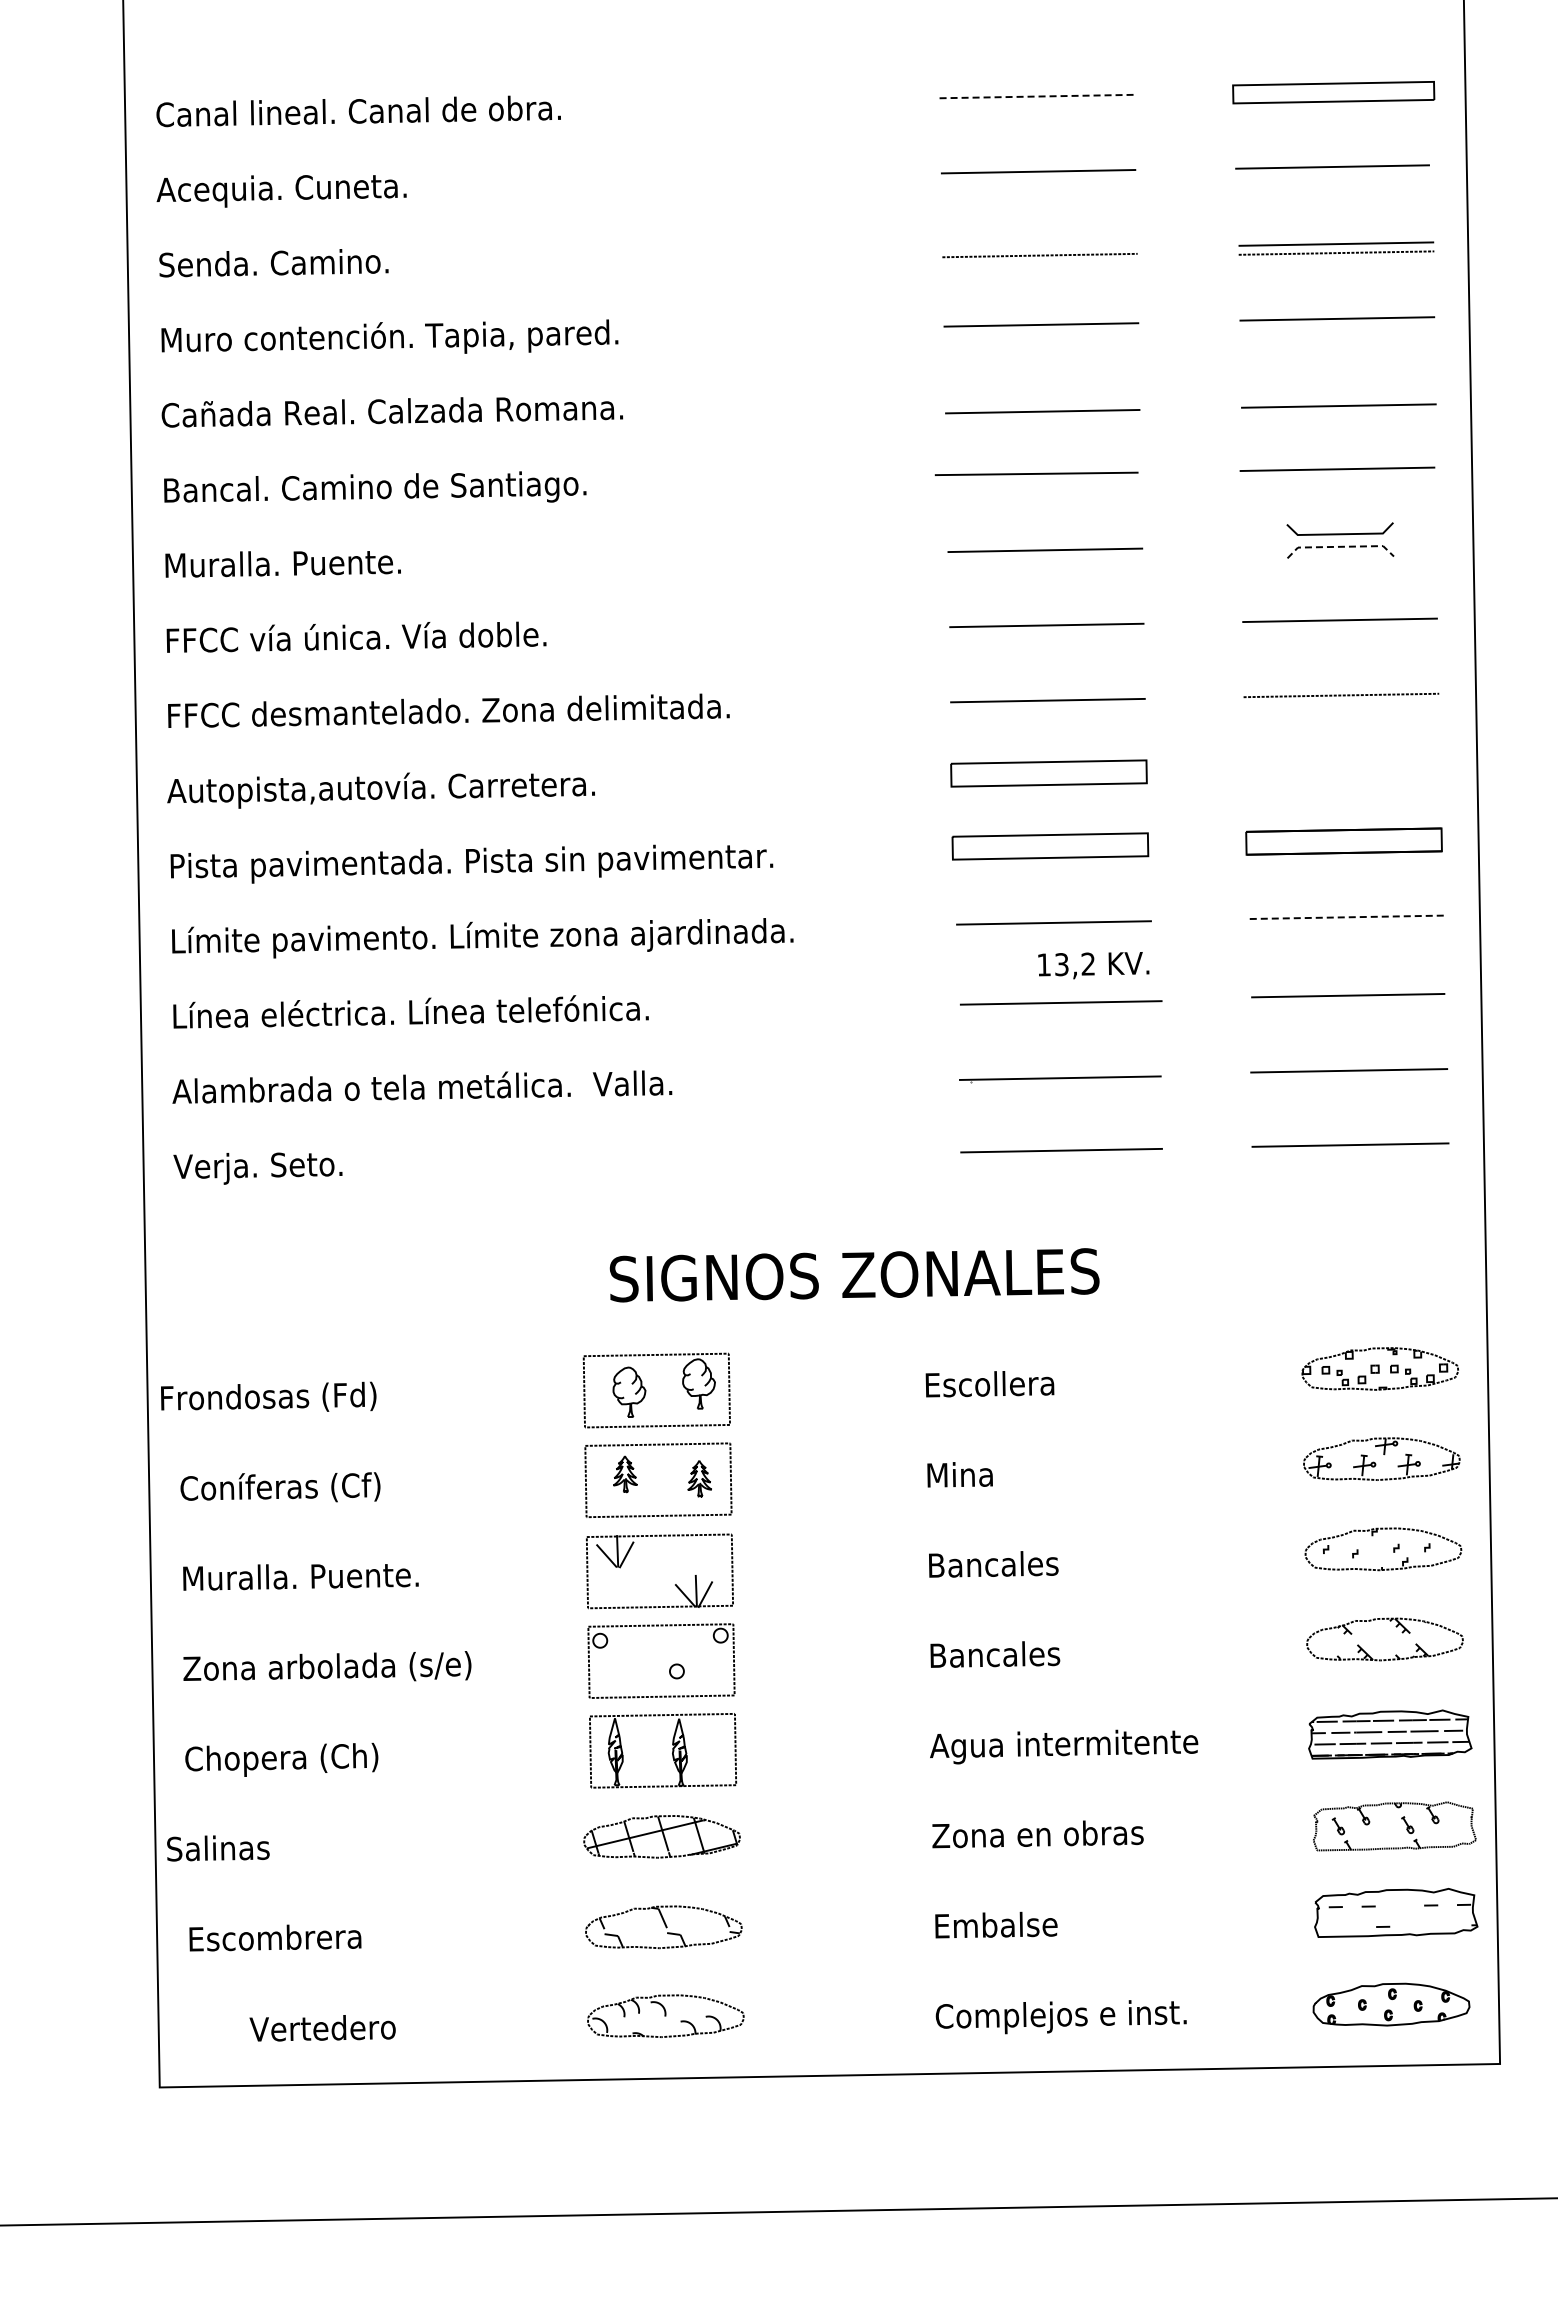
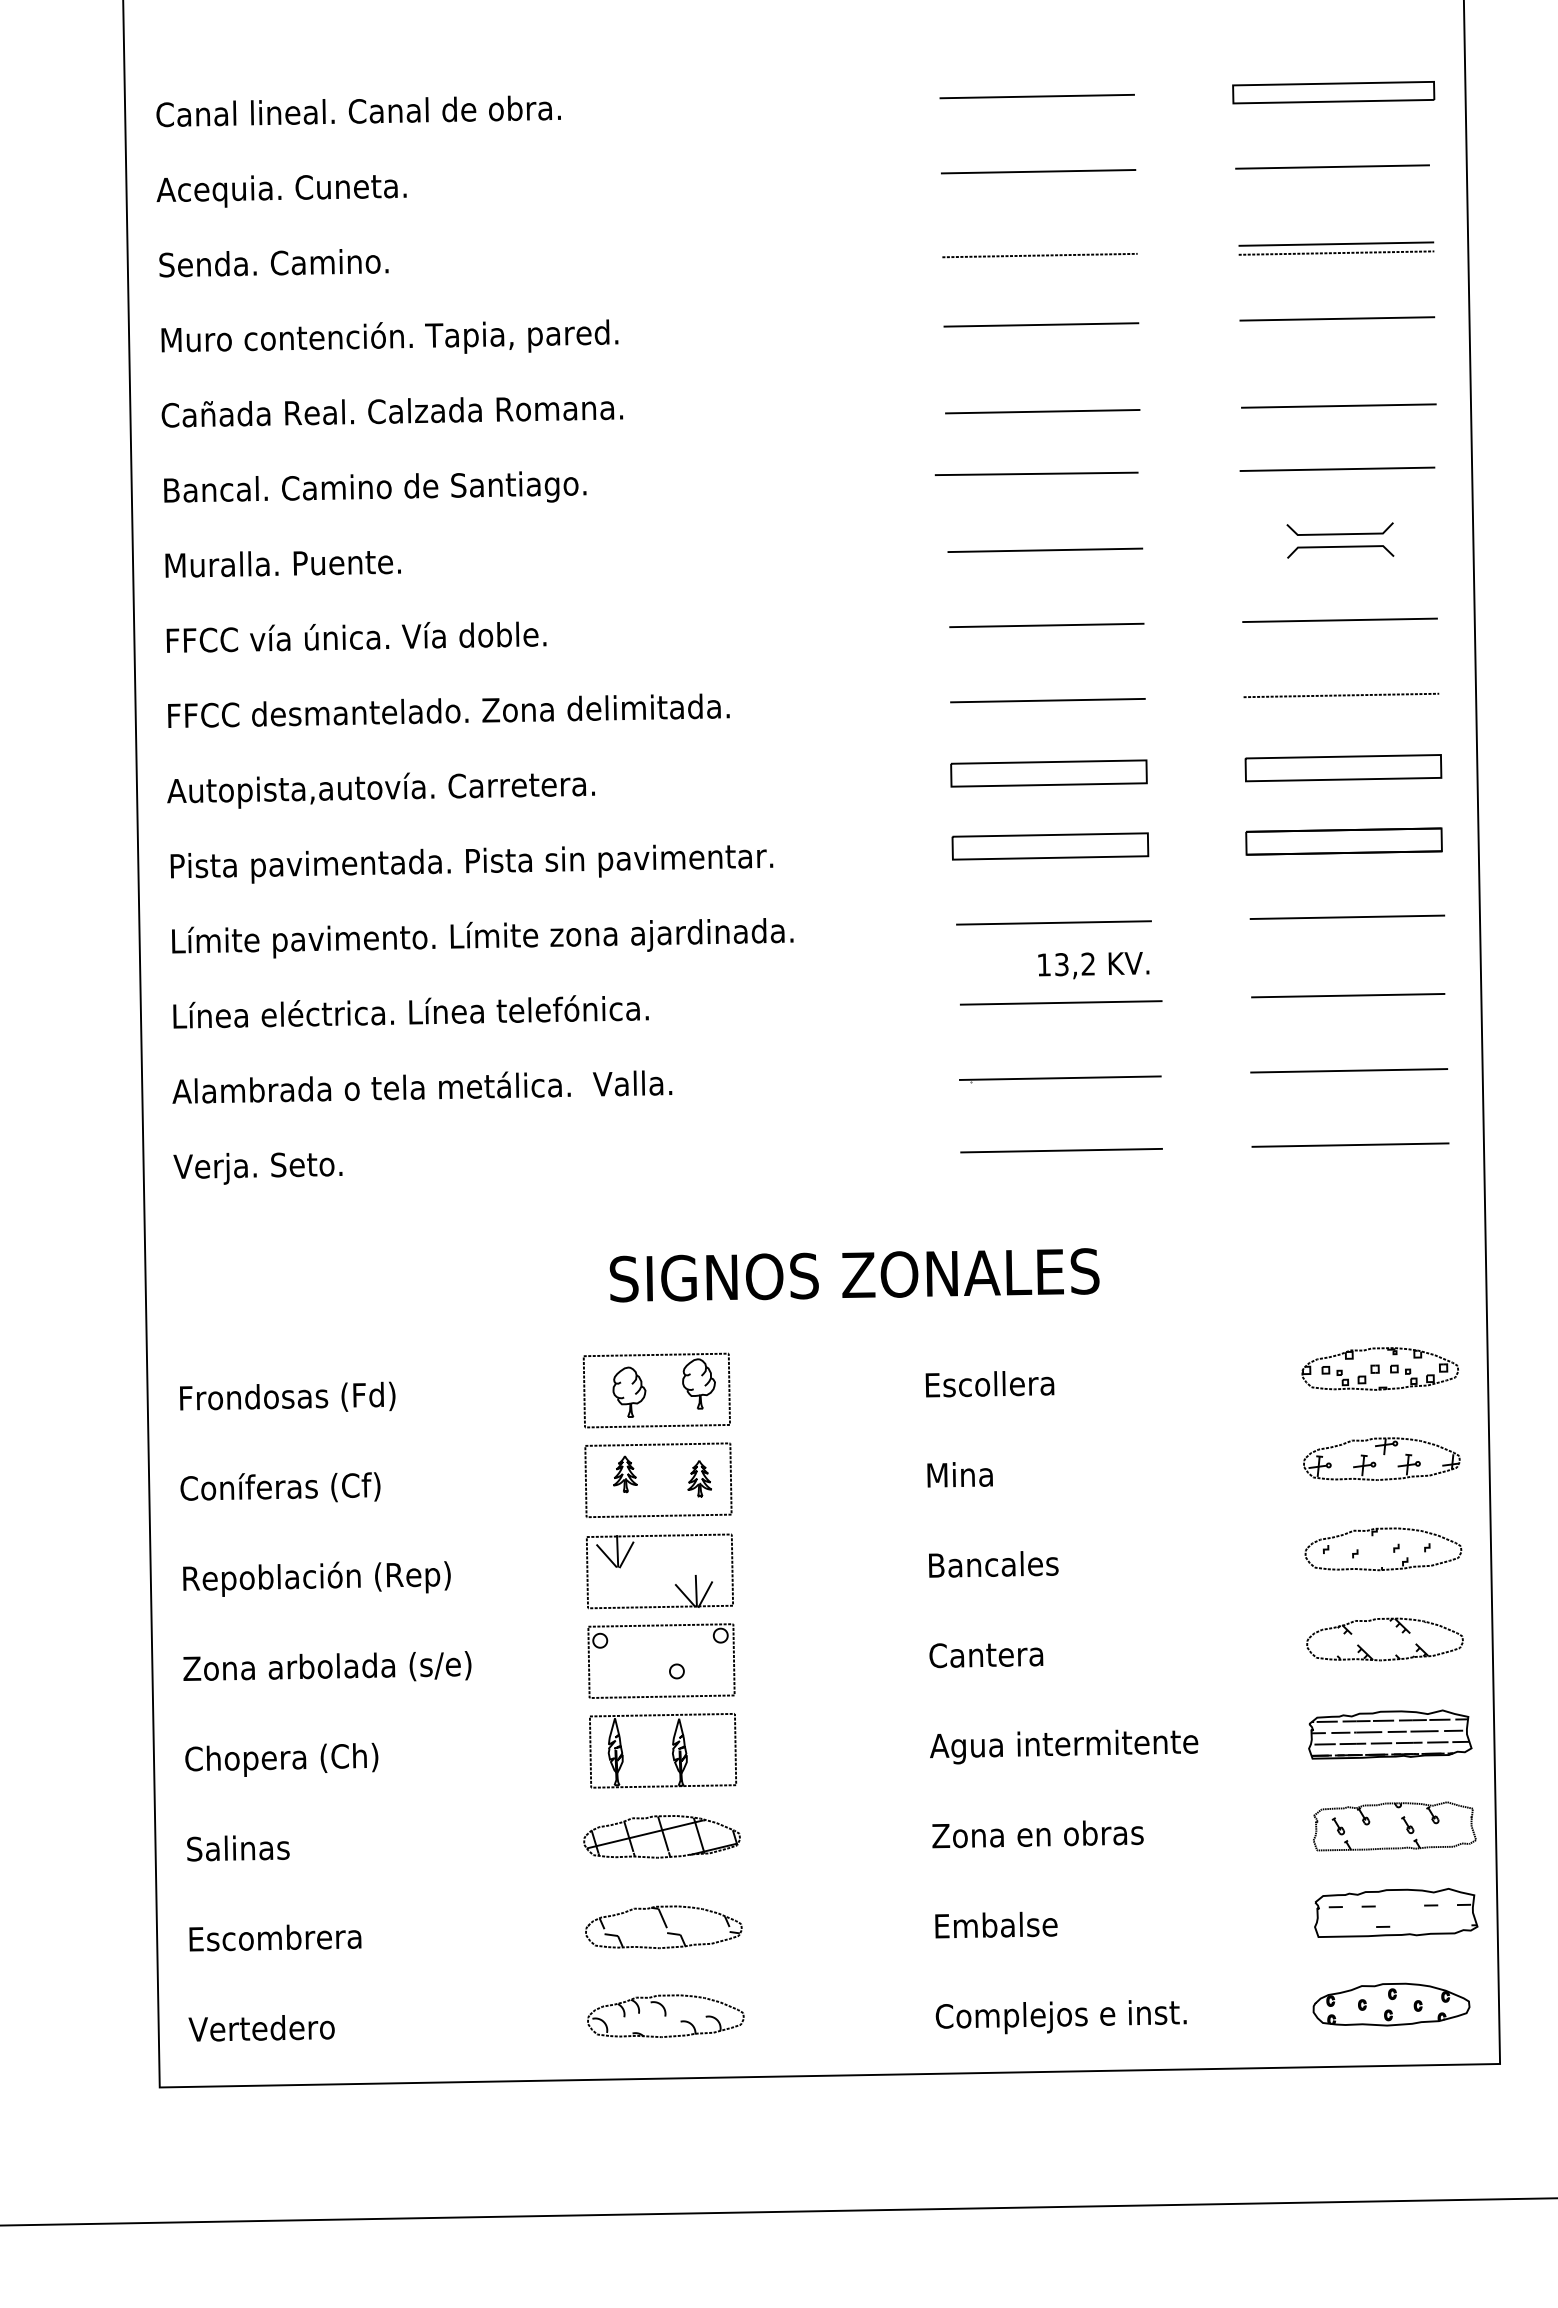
line at (1037, 96): dashed -> solid
line at (1340, 546): dashed -> solid
part at (1343, 768): none -> present
line at (1347, 917): dashed -> solid
text at (268, 1396) position: (268, 1396) -> (287, 1396)
text at (318, 1578): Muralla. Puente. -> Repoblación (Rep)
text at (994, 1654): Bancales -> Cantera
text at (218, 1848) position: (218, 1848) -> (238, 1848)
text at (322, 2028) position: (322, 2028) -> (261, 2028)
